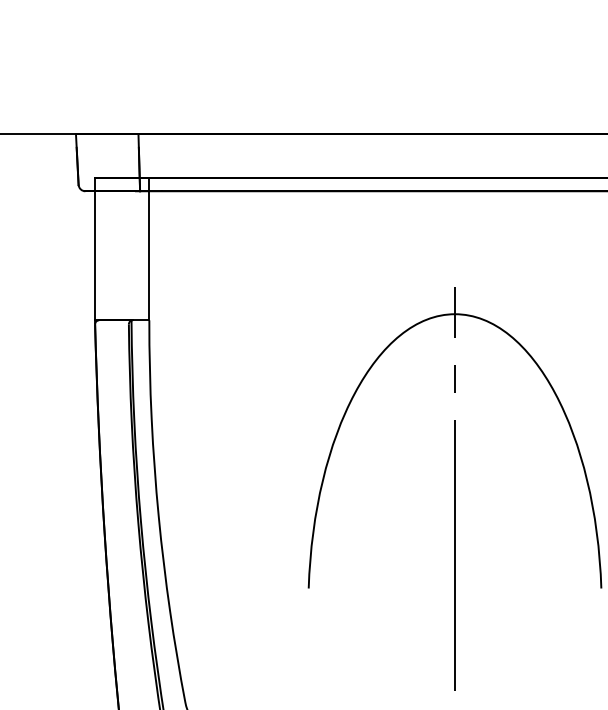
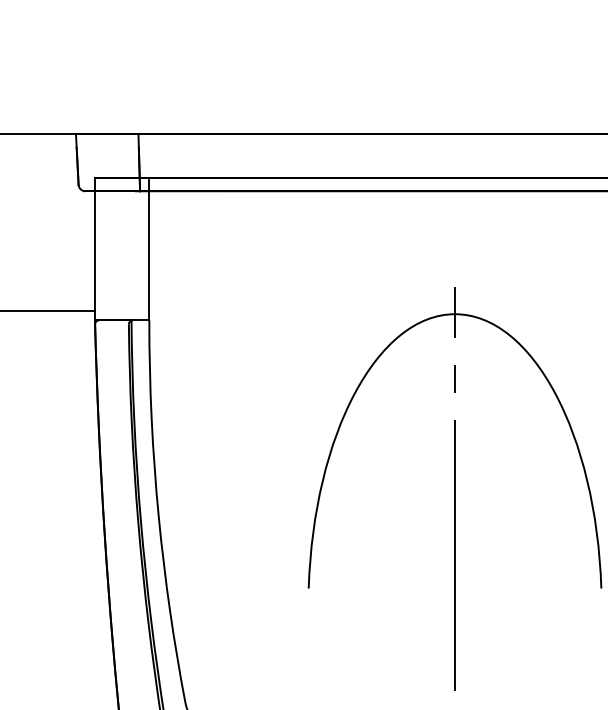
line at (48, 310): none -> present
